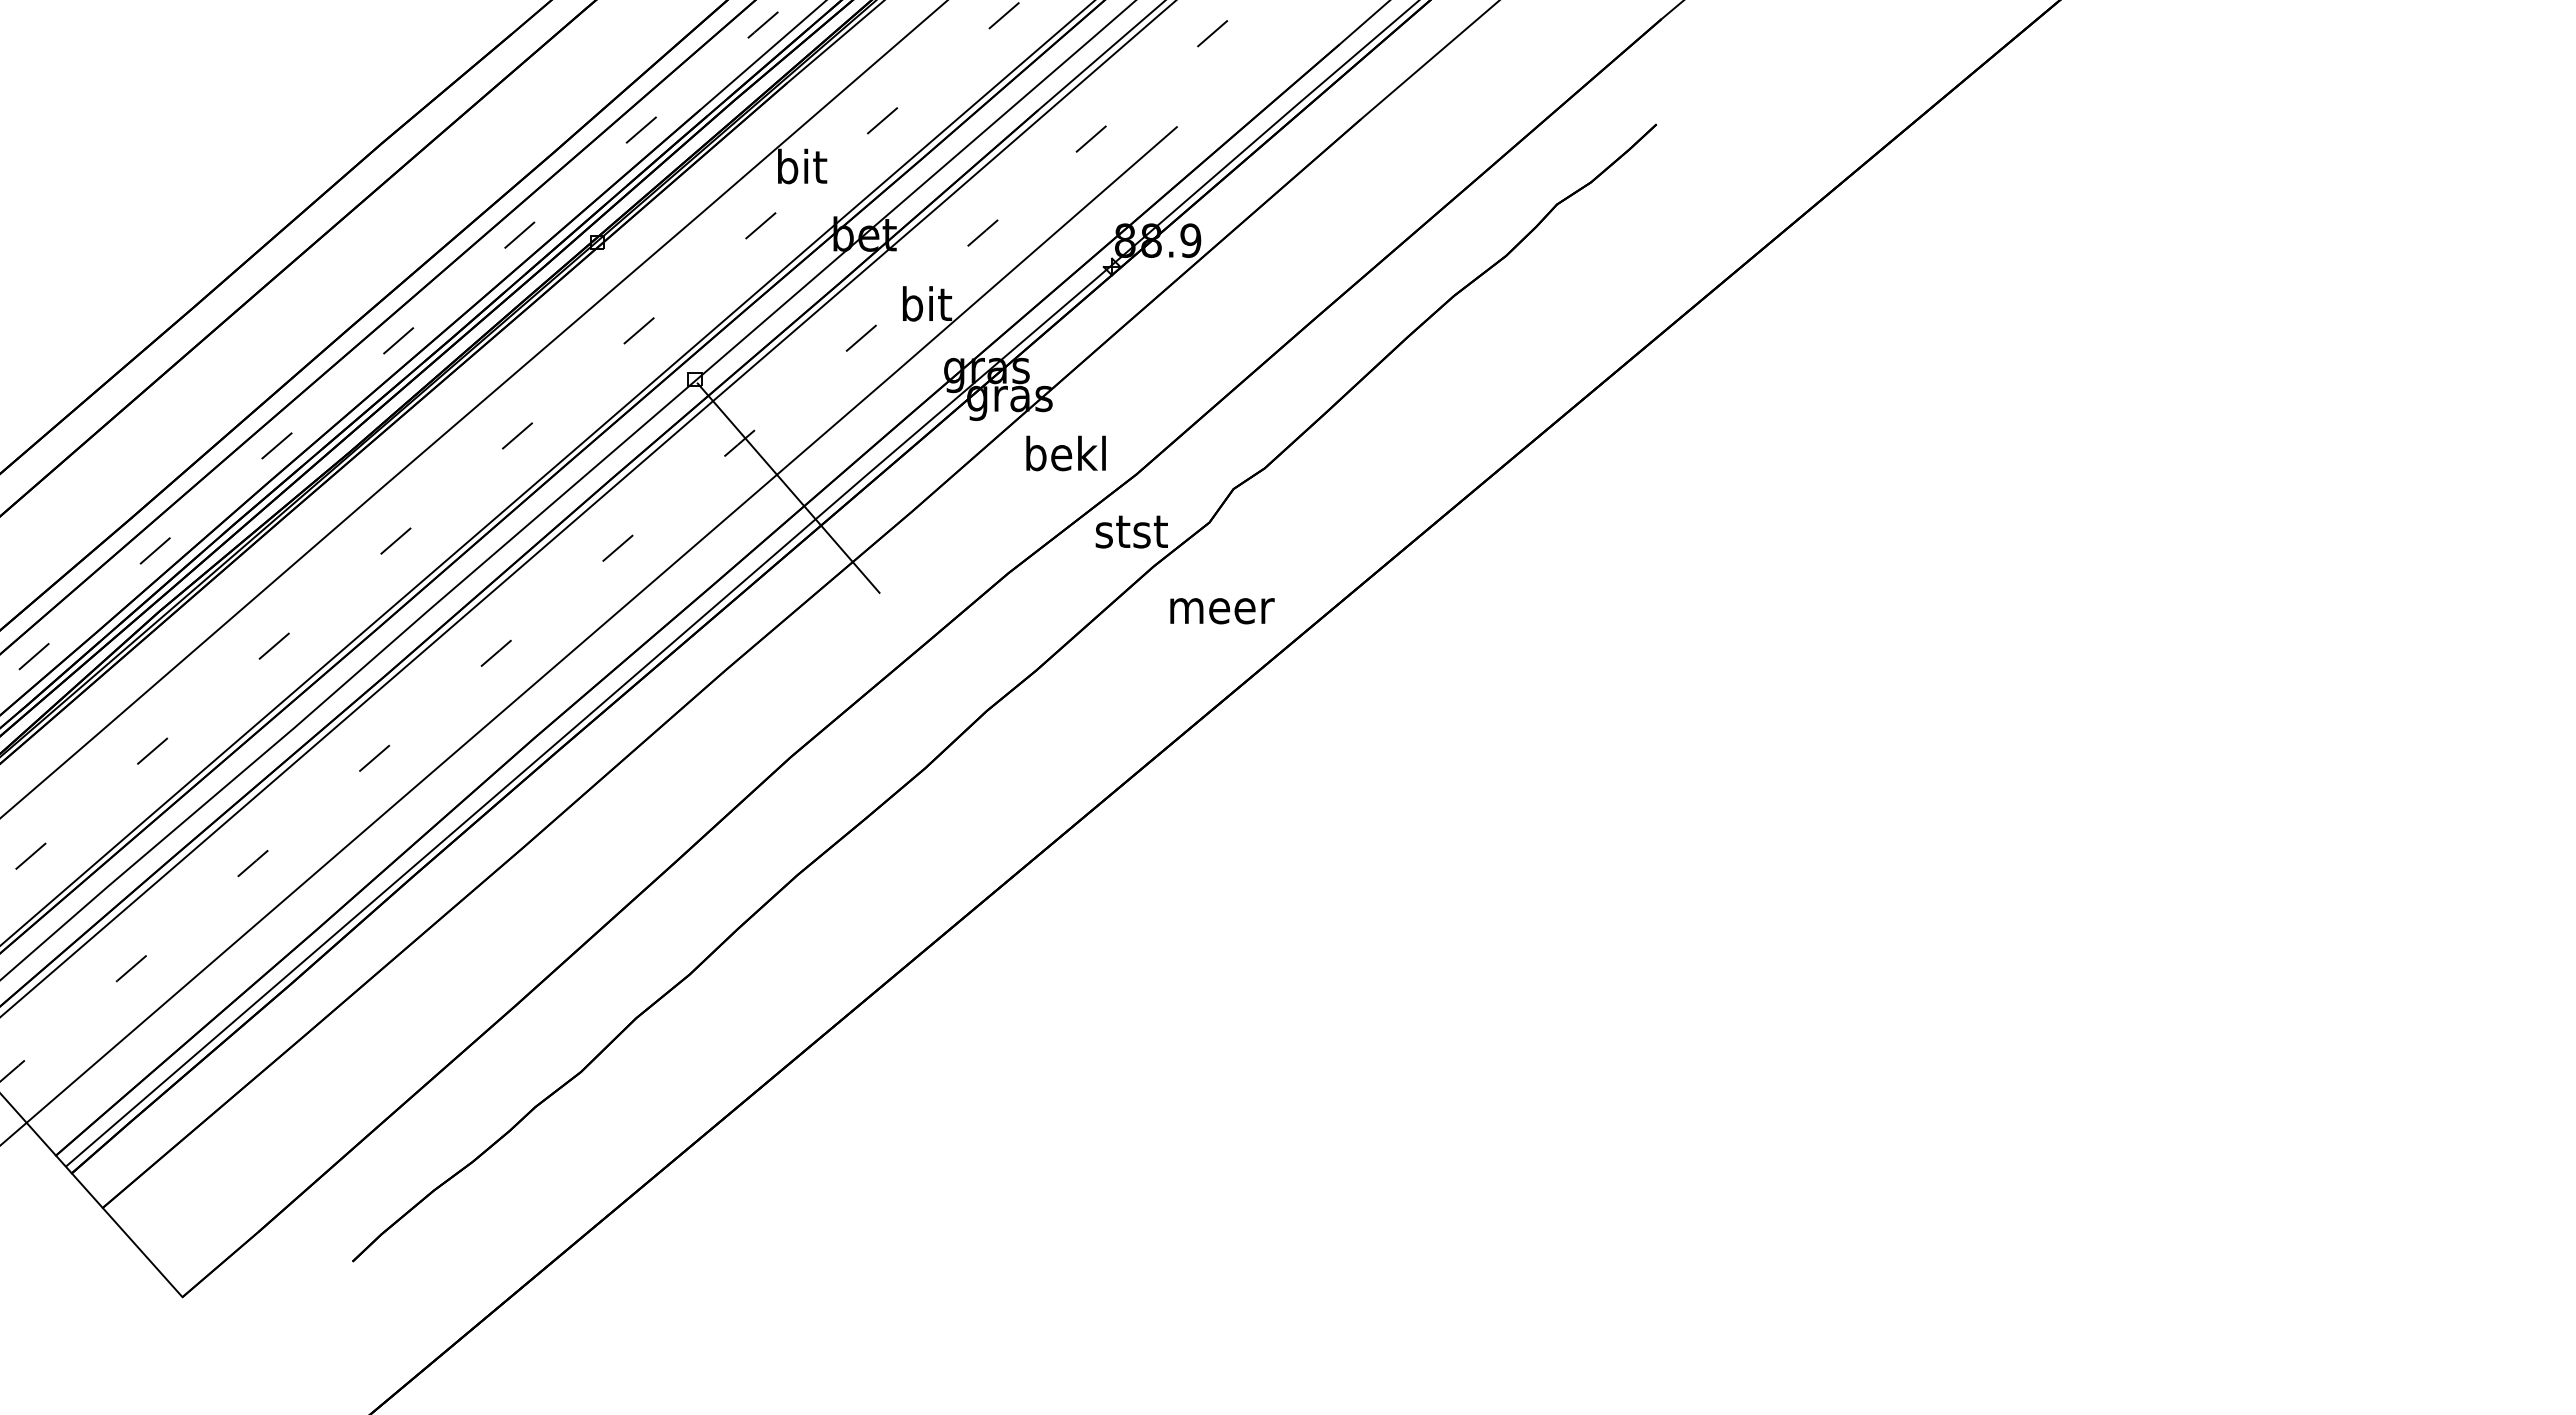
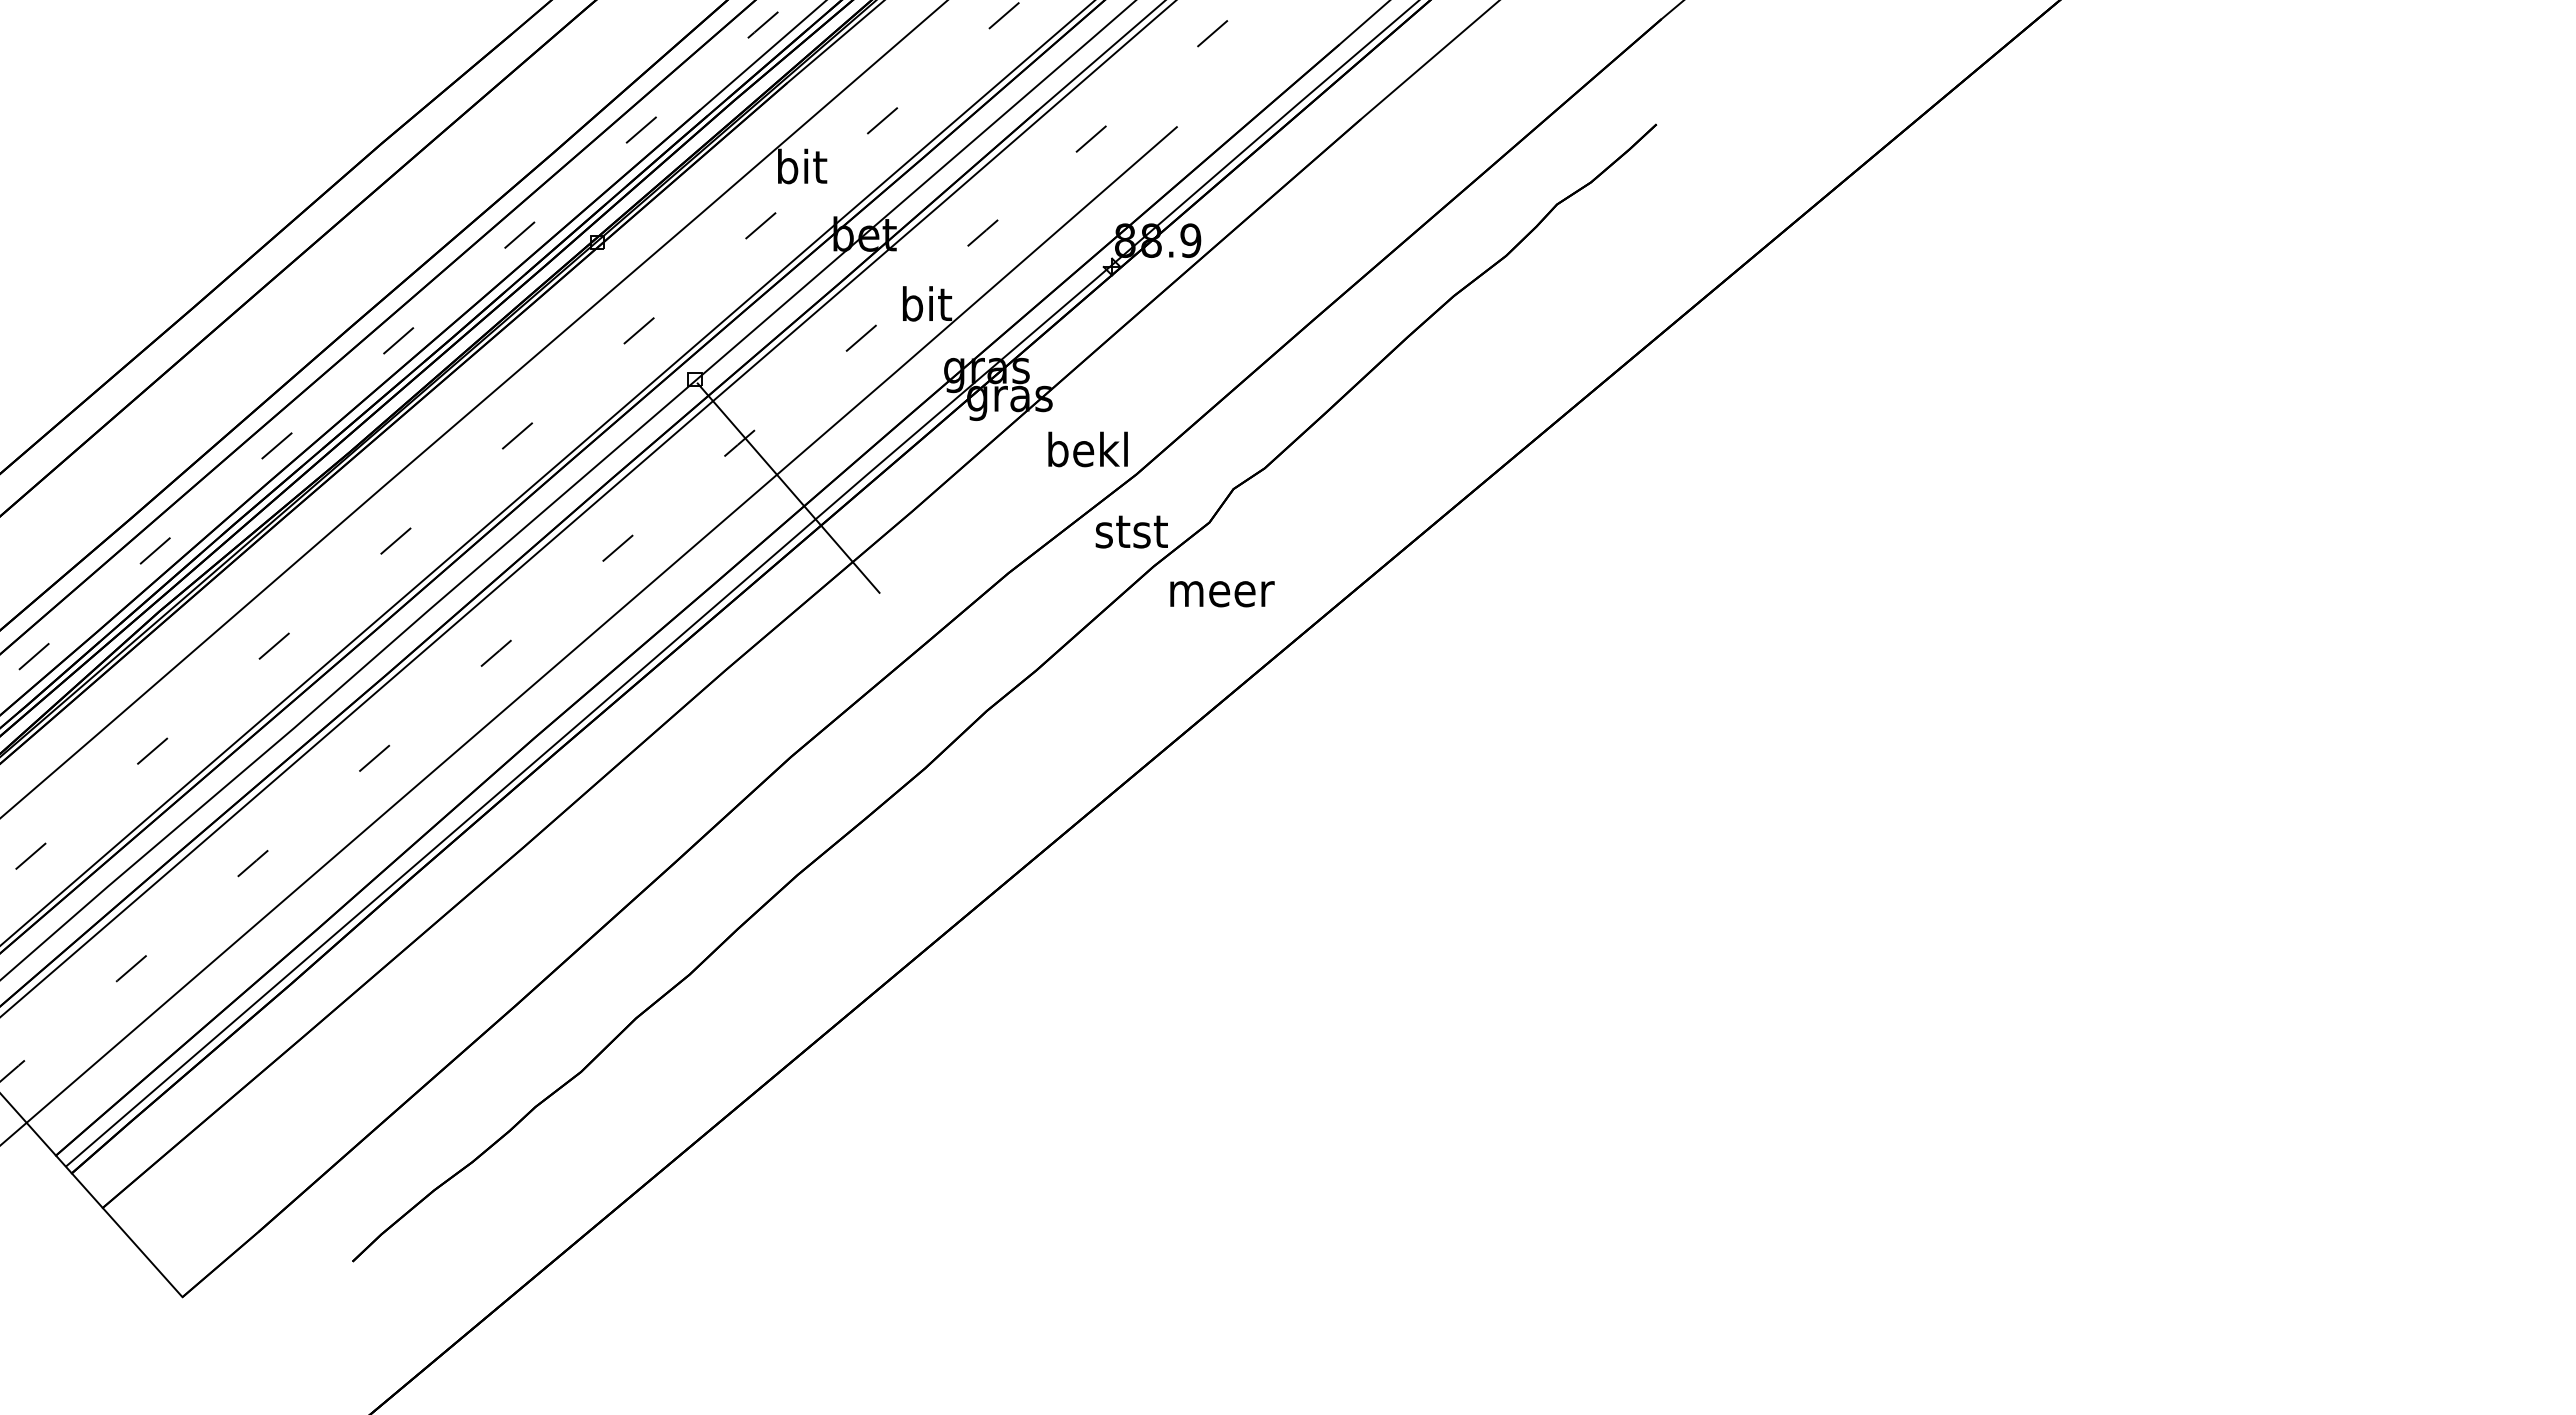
text at (1065, 453) position: (1065, 453) -> (1087, 449)
text at (1222, 611) position: (1222, 611) -> (1222, 594)
